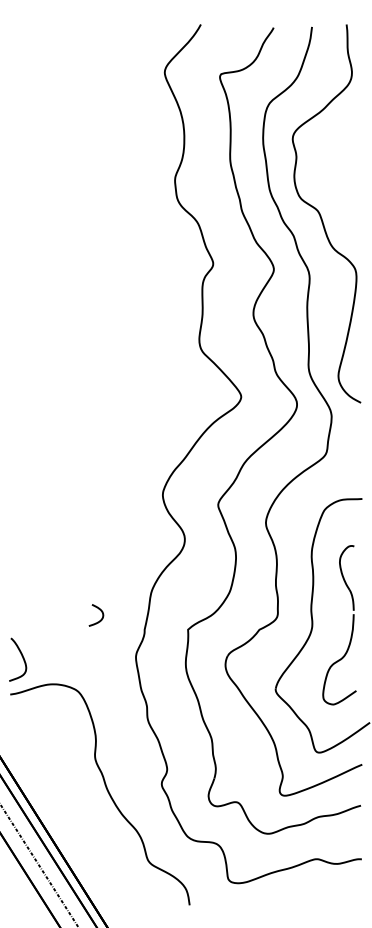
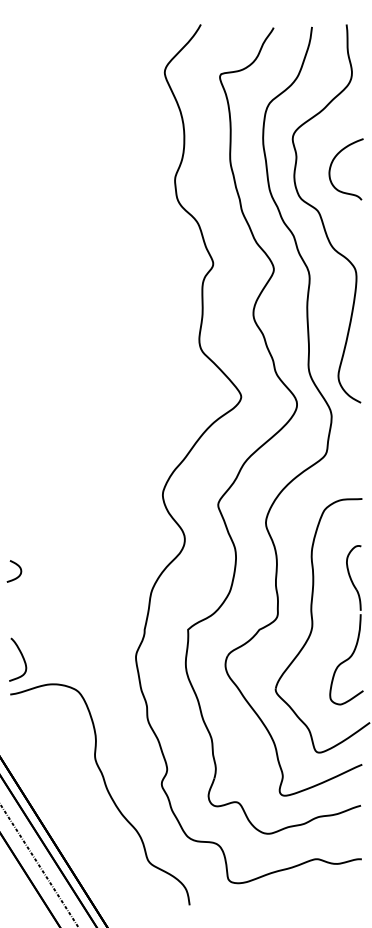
curve at (332, 164): none -> present
curve at (100, 611) position: (100, 611) -> (18, 567)
part at (352, 625) position: (352, 625) -> (359, 625)
